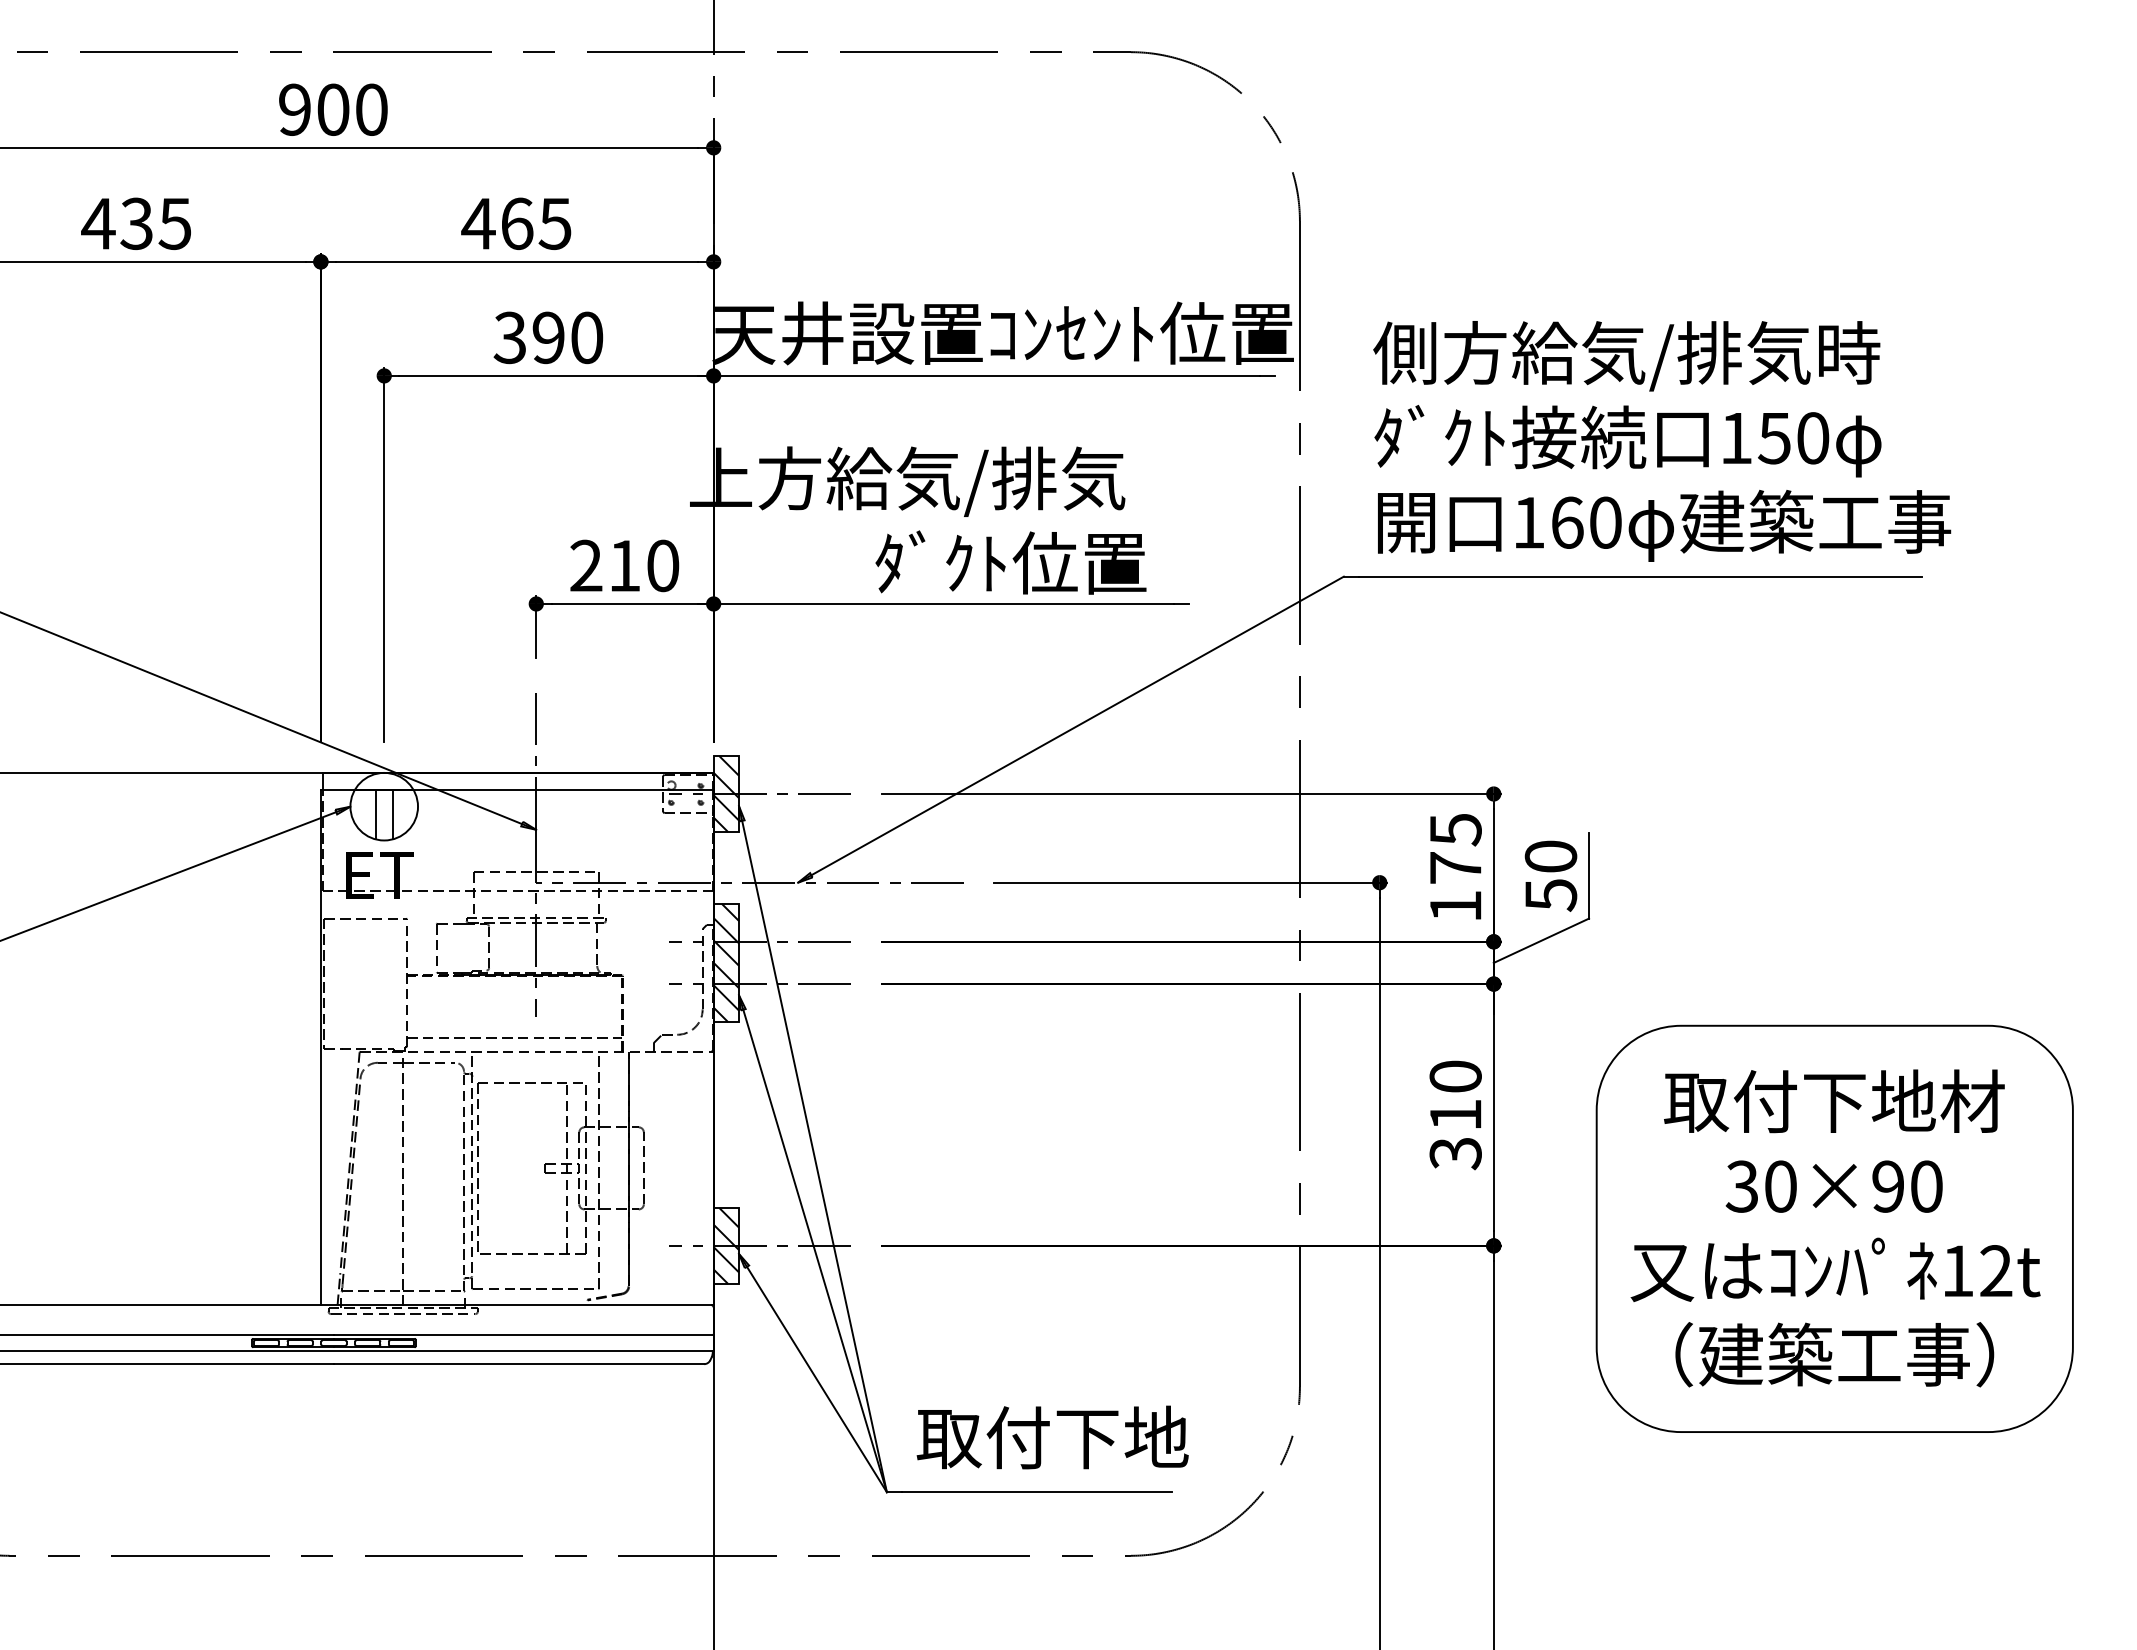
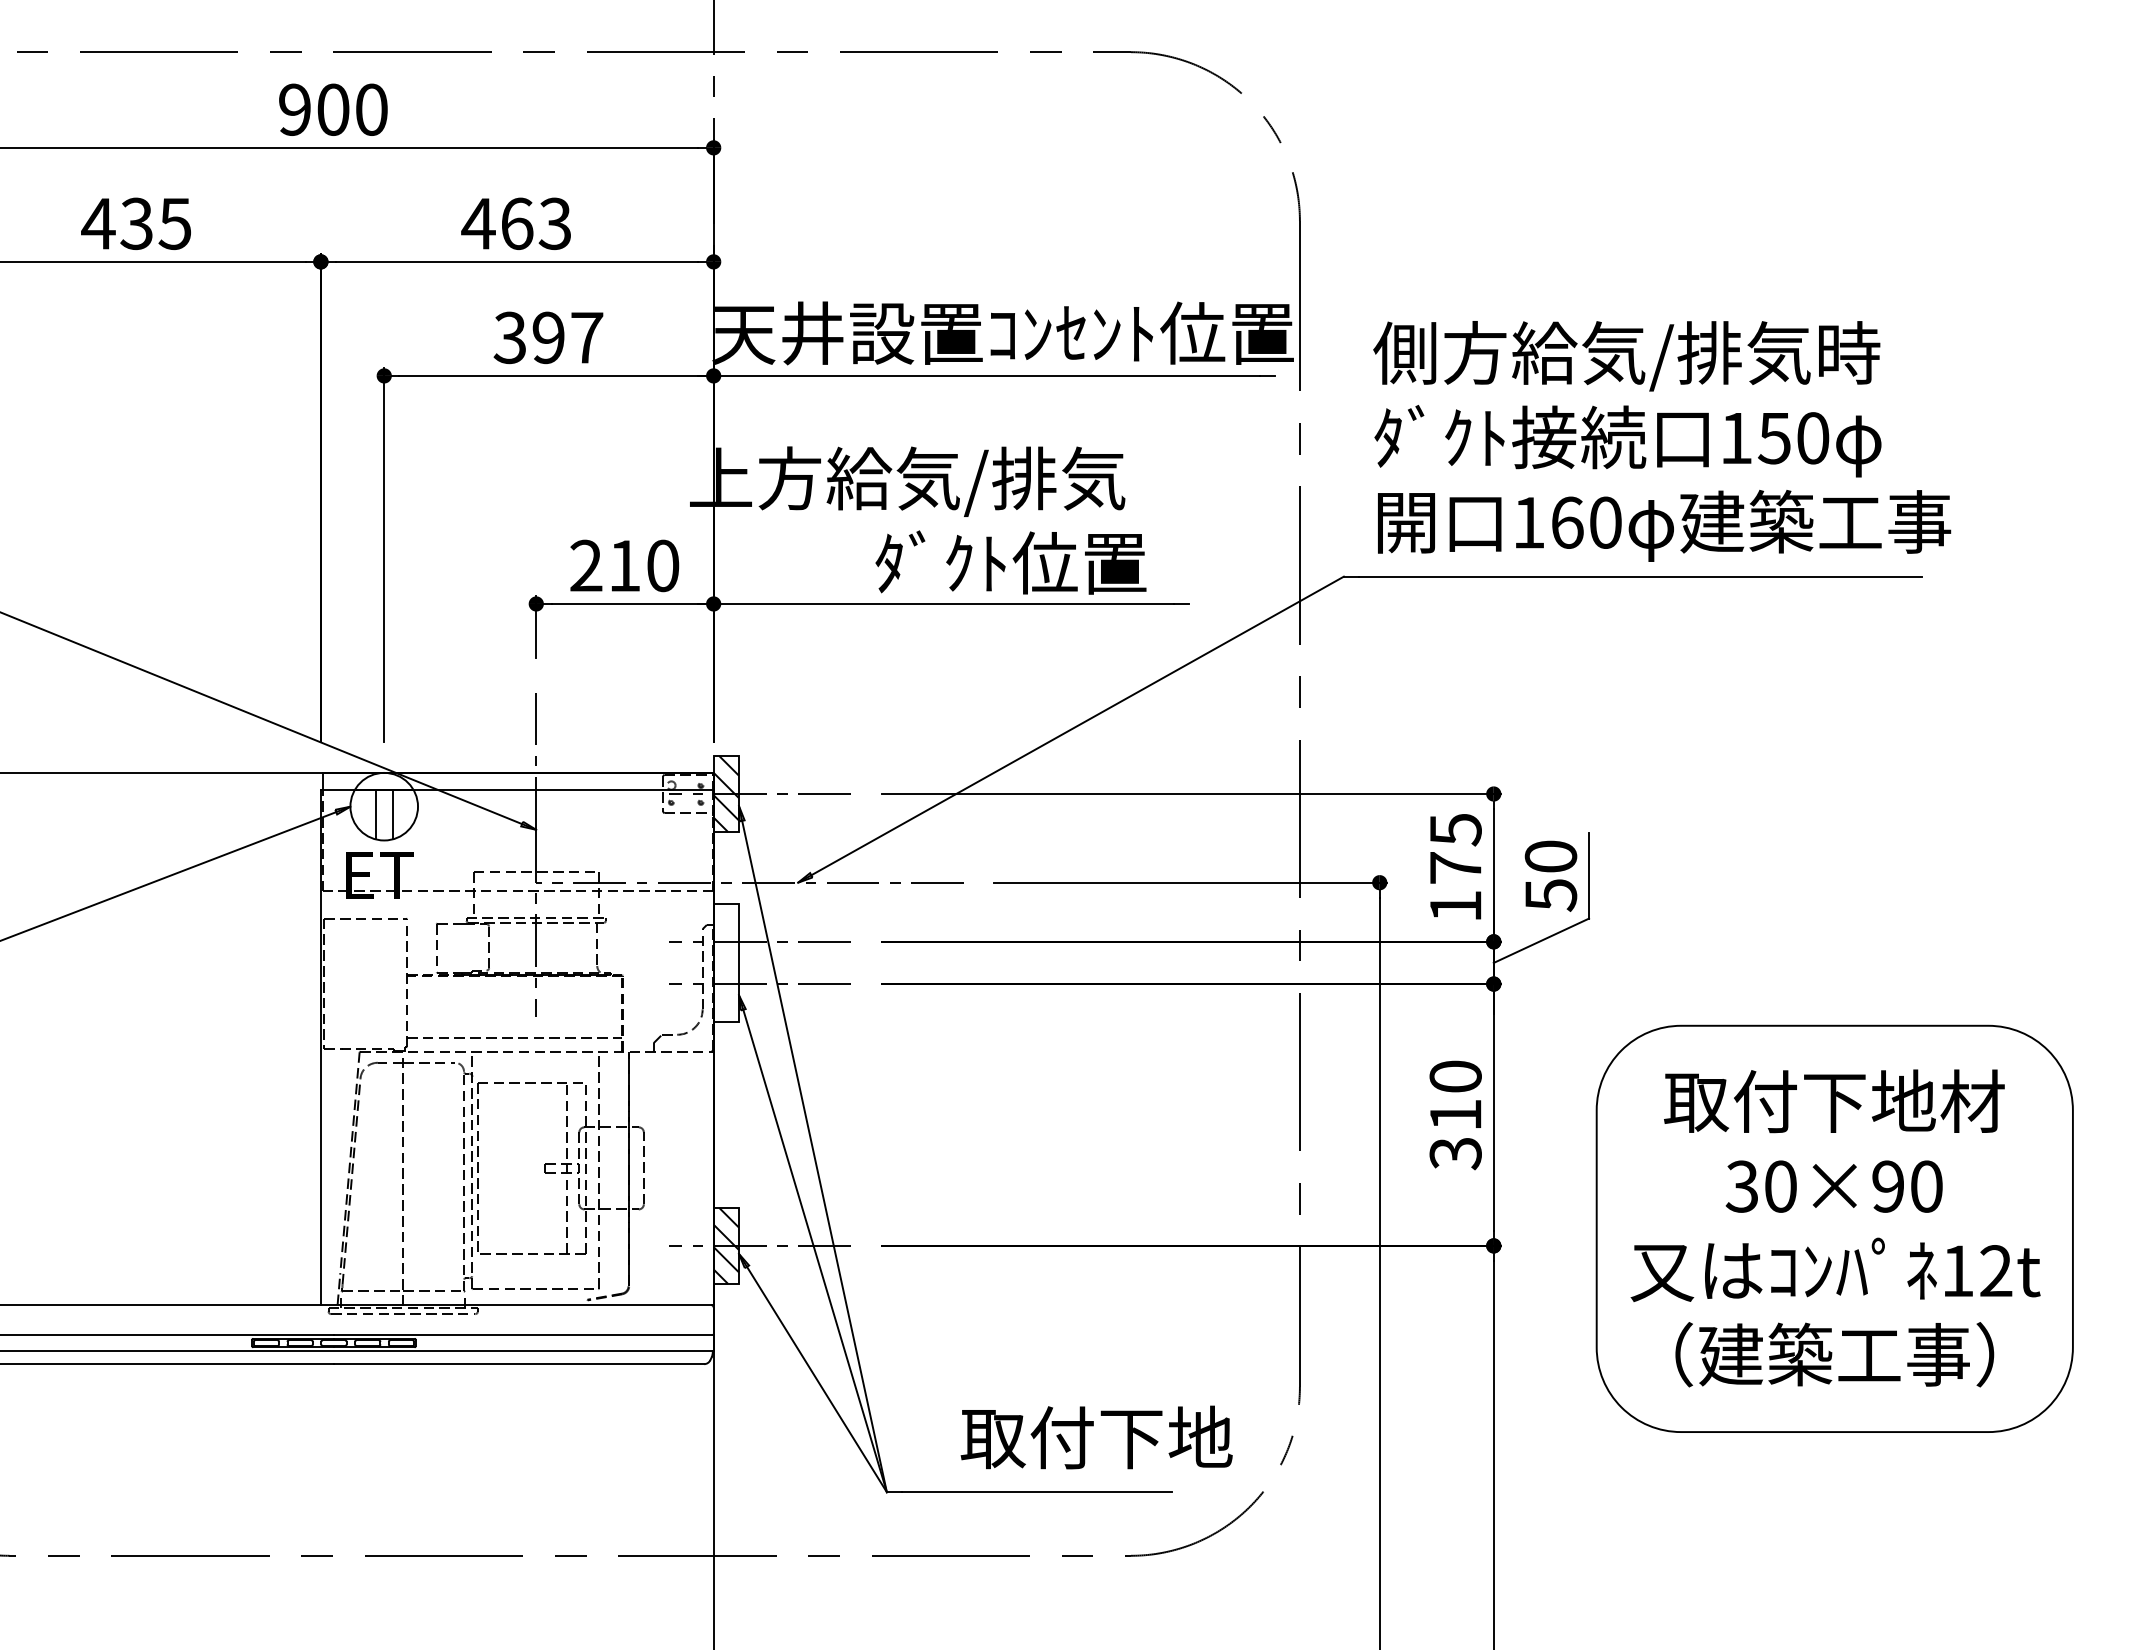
text at (554, 223): 465 -> 463
text at (587, 337): 390 -> 397
hatch at (725, 962): present -> none
text at (1052, 1437) position: (1052, 1437) -> (1096, 1437)
